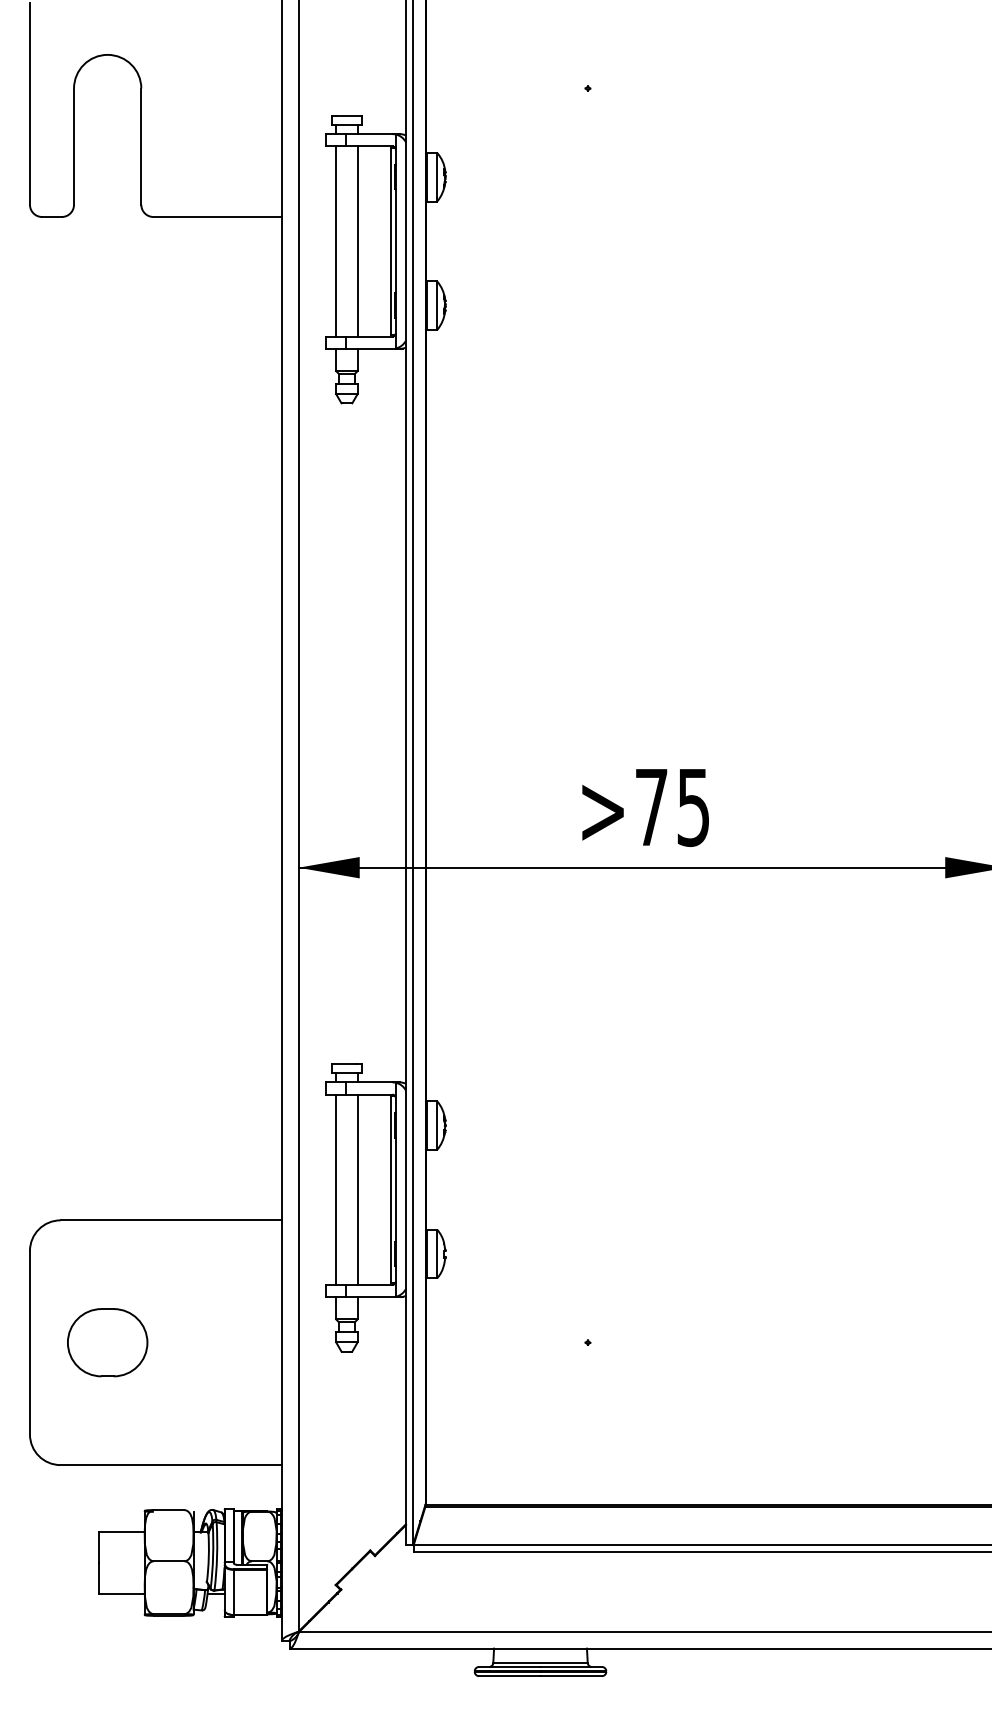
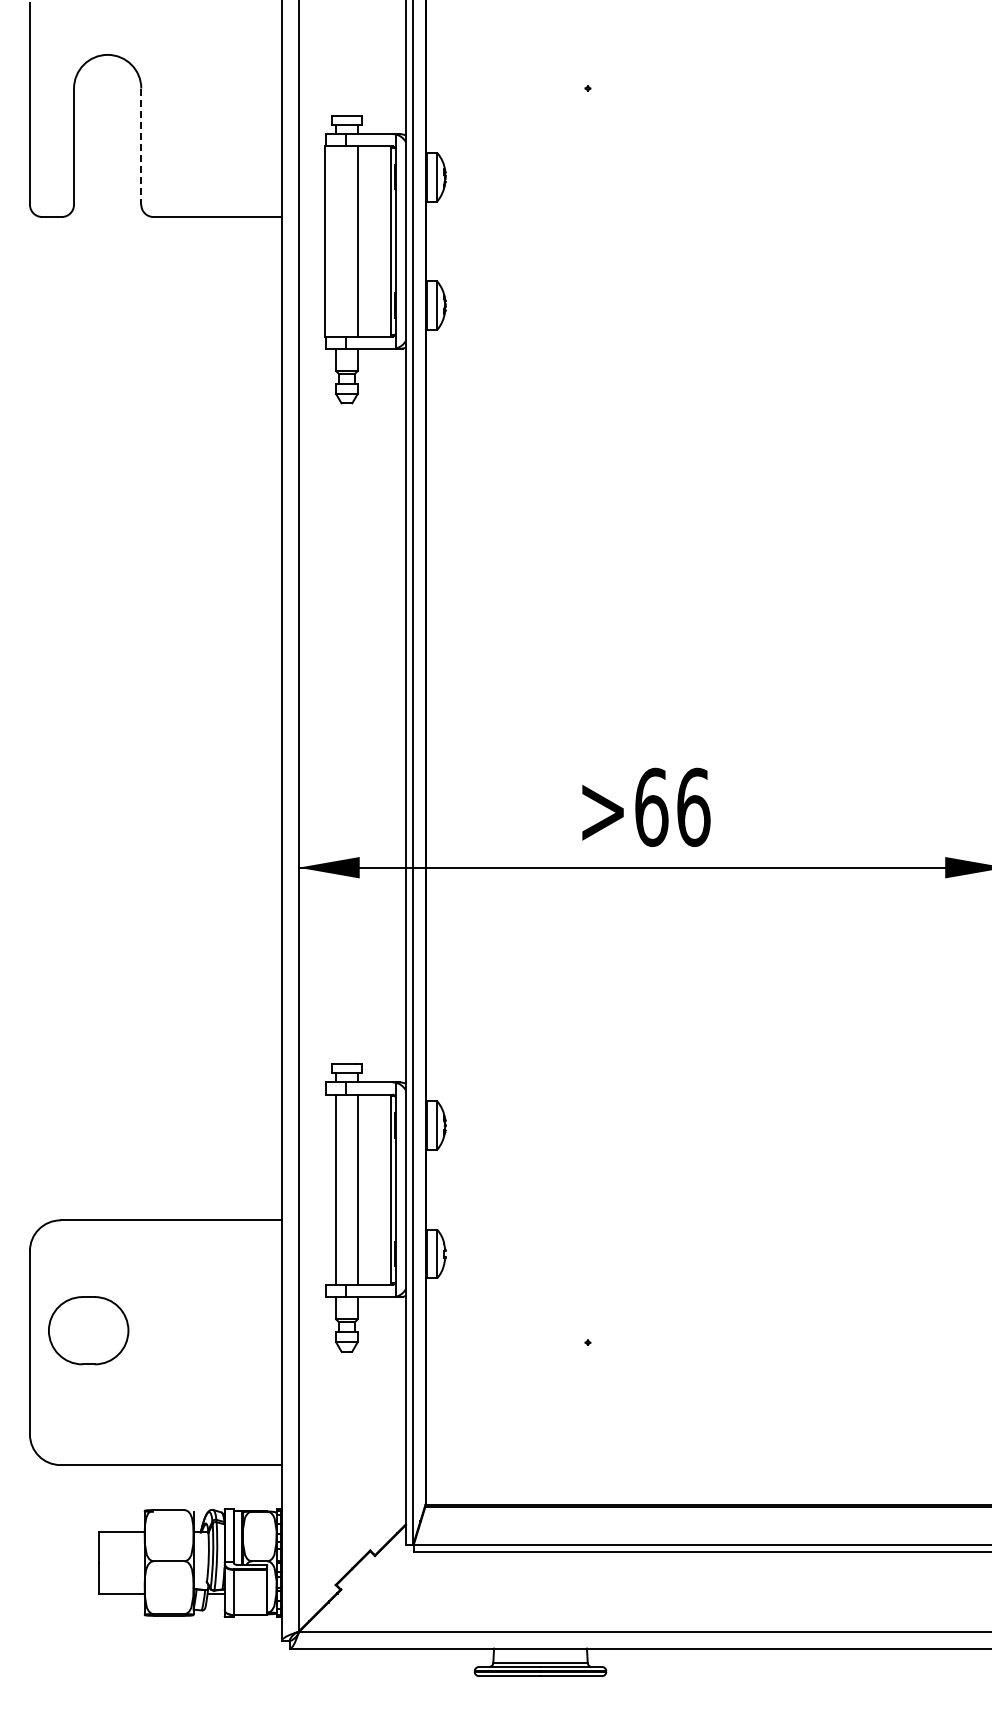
line at (141, 147): solid -> dashed
line at (336, 241) position: (336, 241) -> (325, 241)
text at (672, 807): >75 -> >66
part at (107, 1342) position: (107, 1342) -> (88, 1330)
